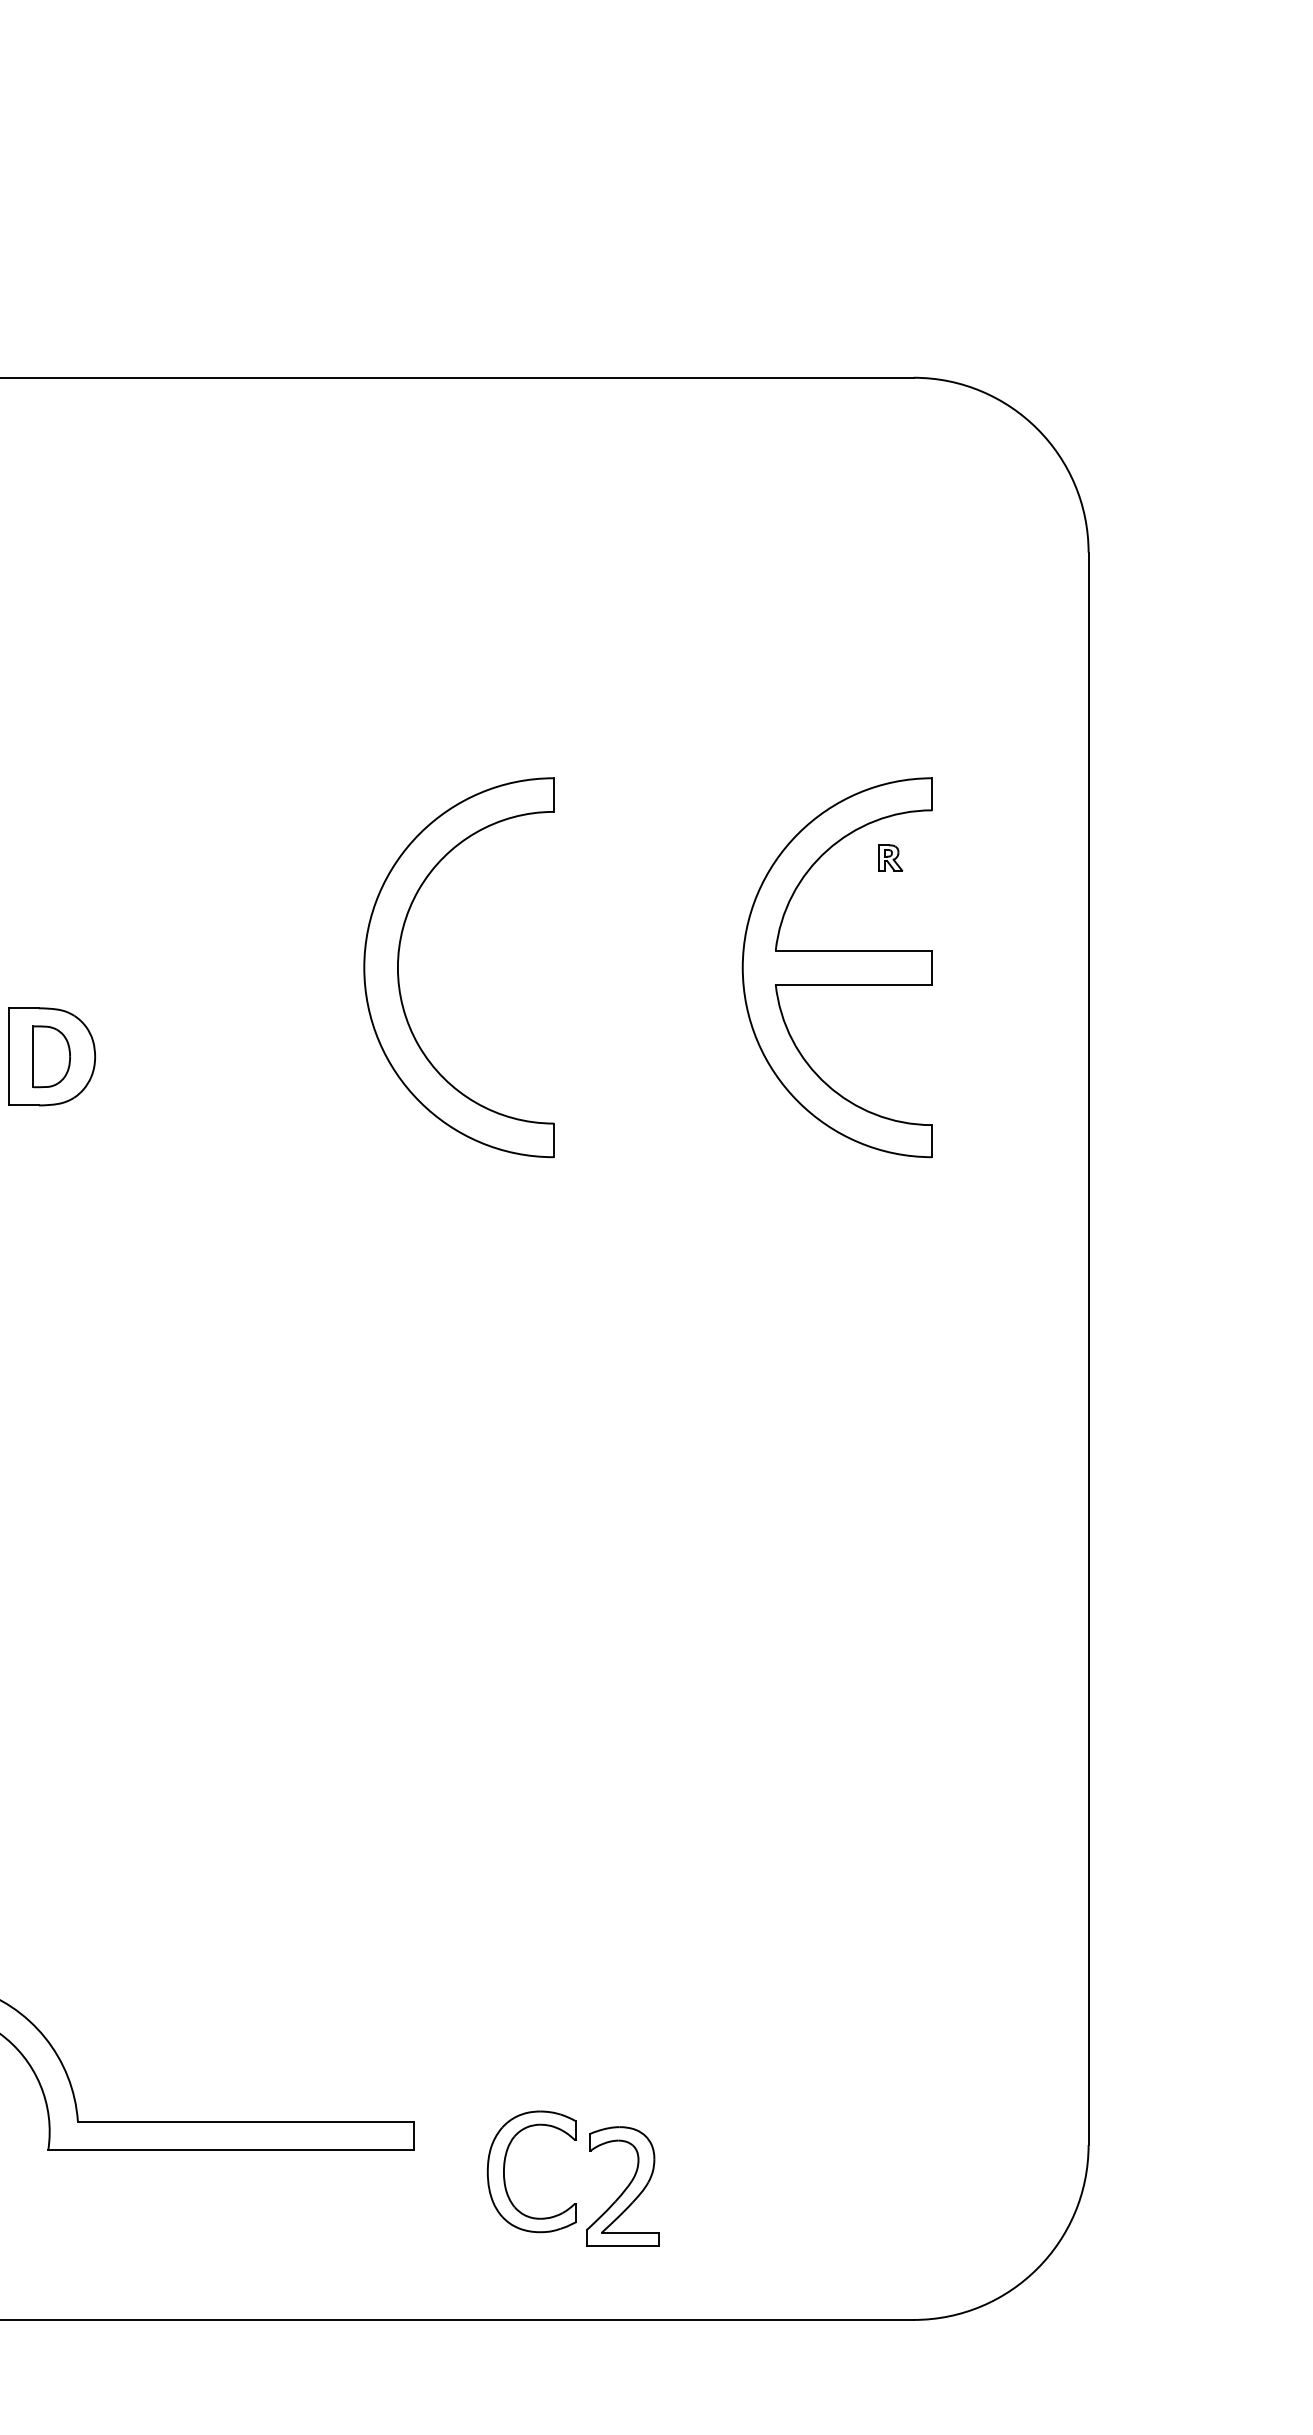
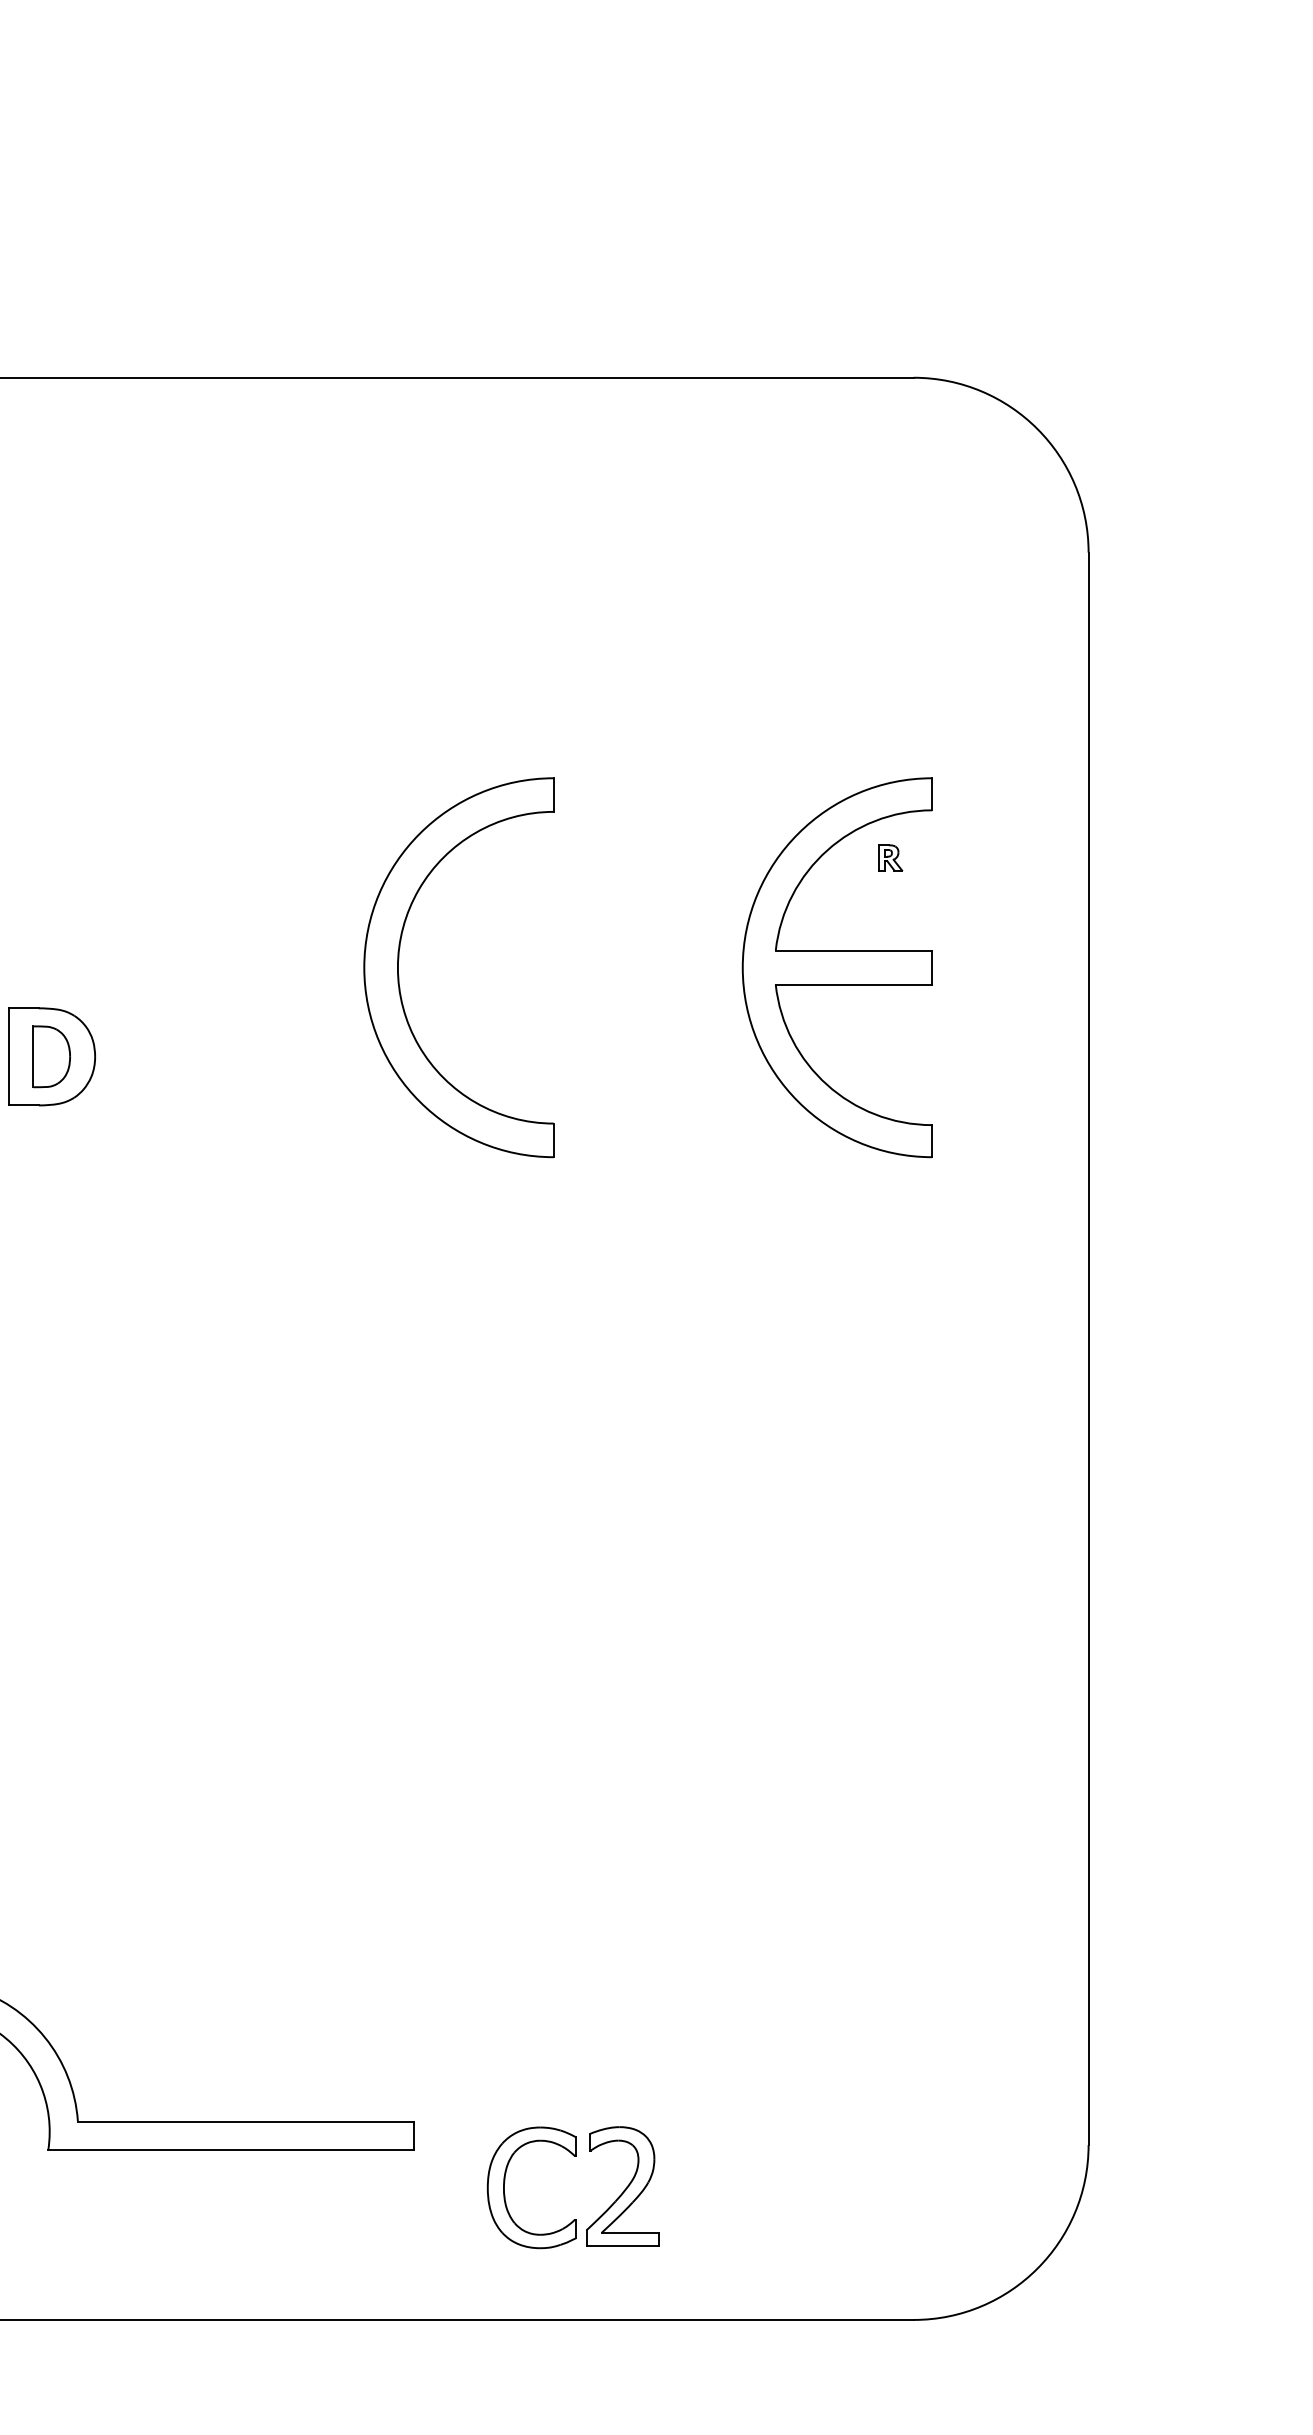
part at (505, 2165) position: (505, 2165) -> (505, 2181)
